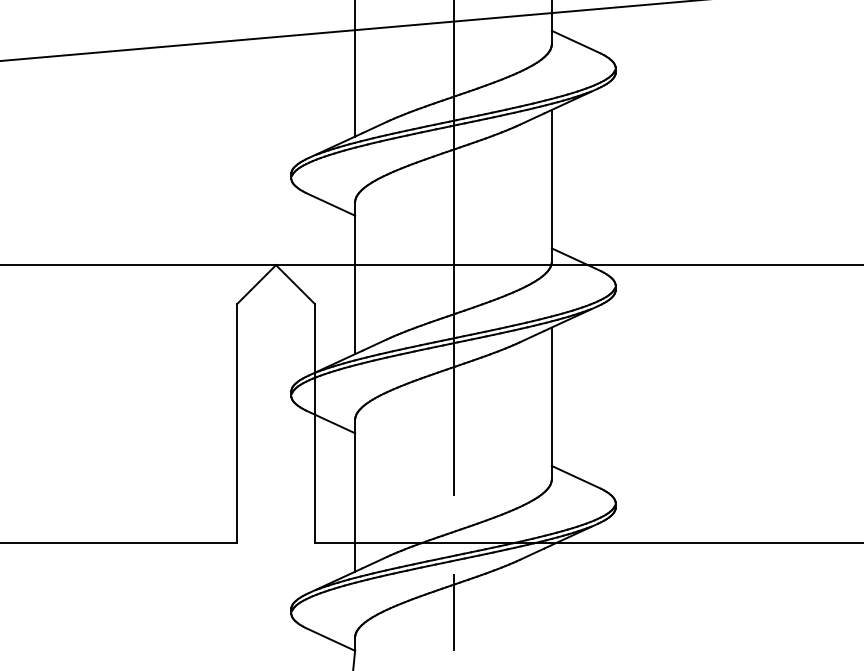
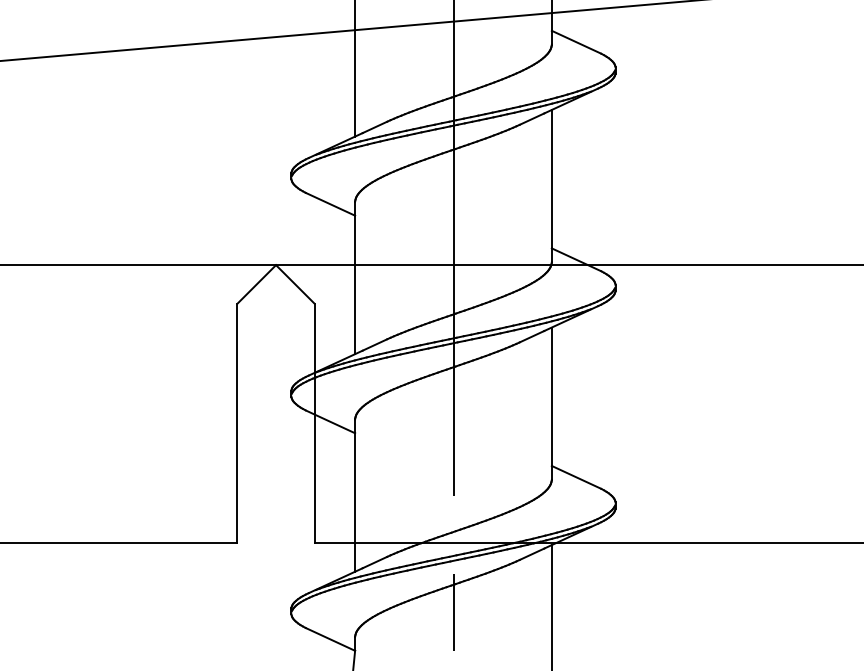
line at (551, 606): none -> present
